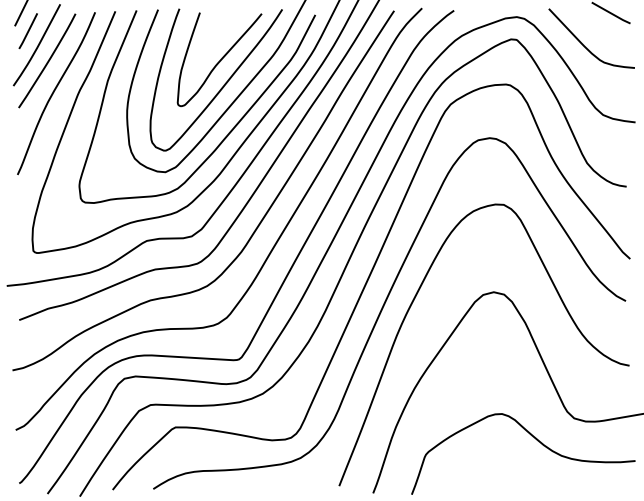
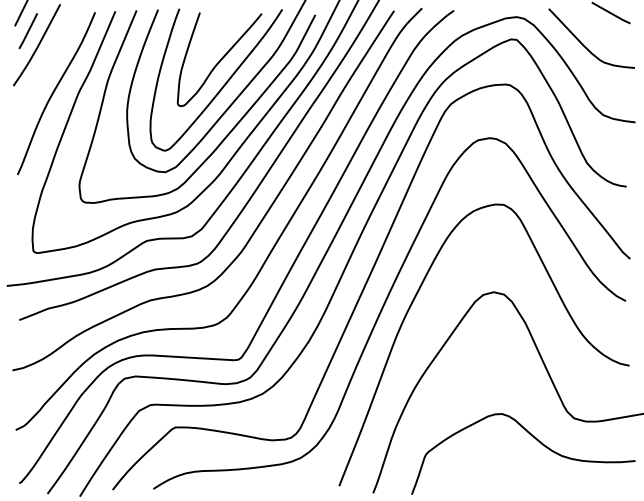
curve at (48, 60): present -> none
